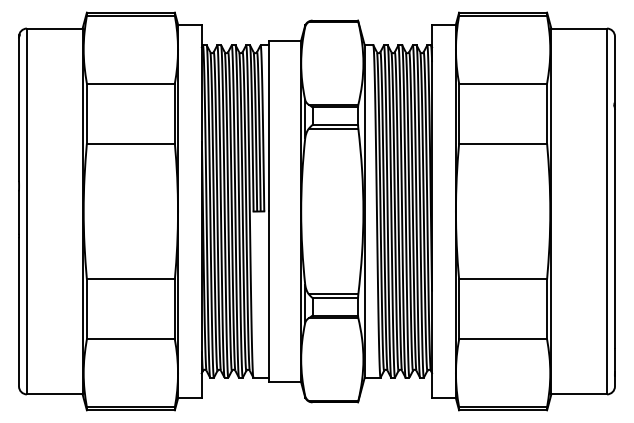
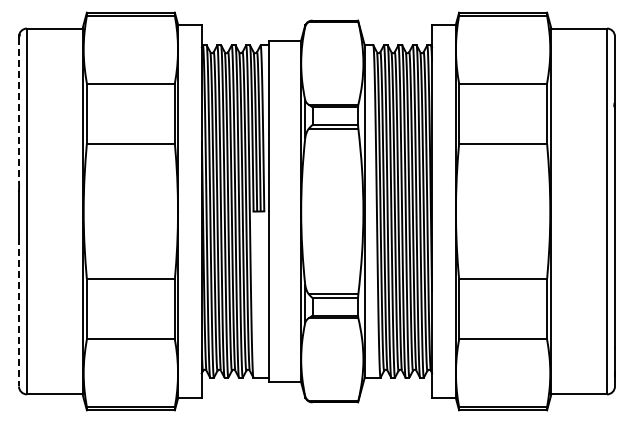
line at (19, 109): solid -> dashed
line at (19, 312): solid -> dashed
